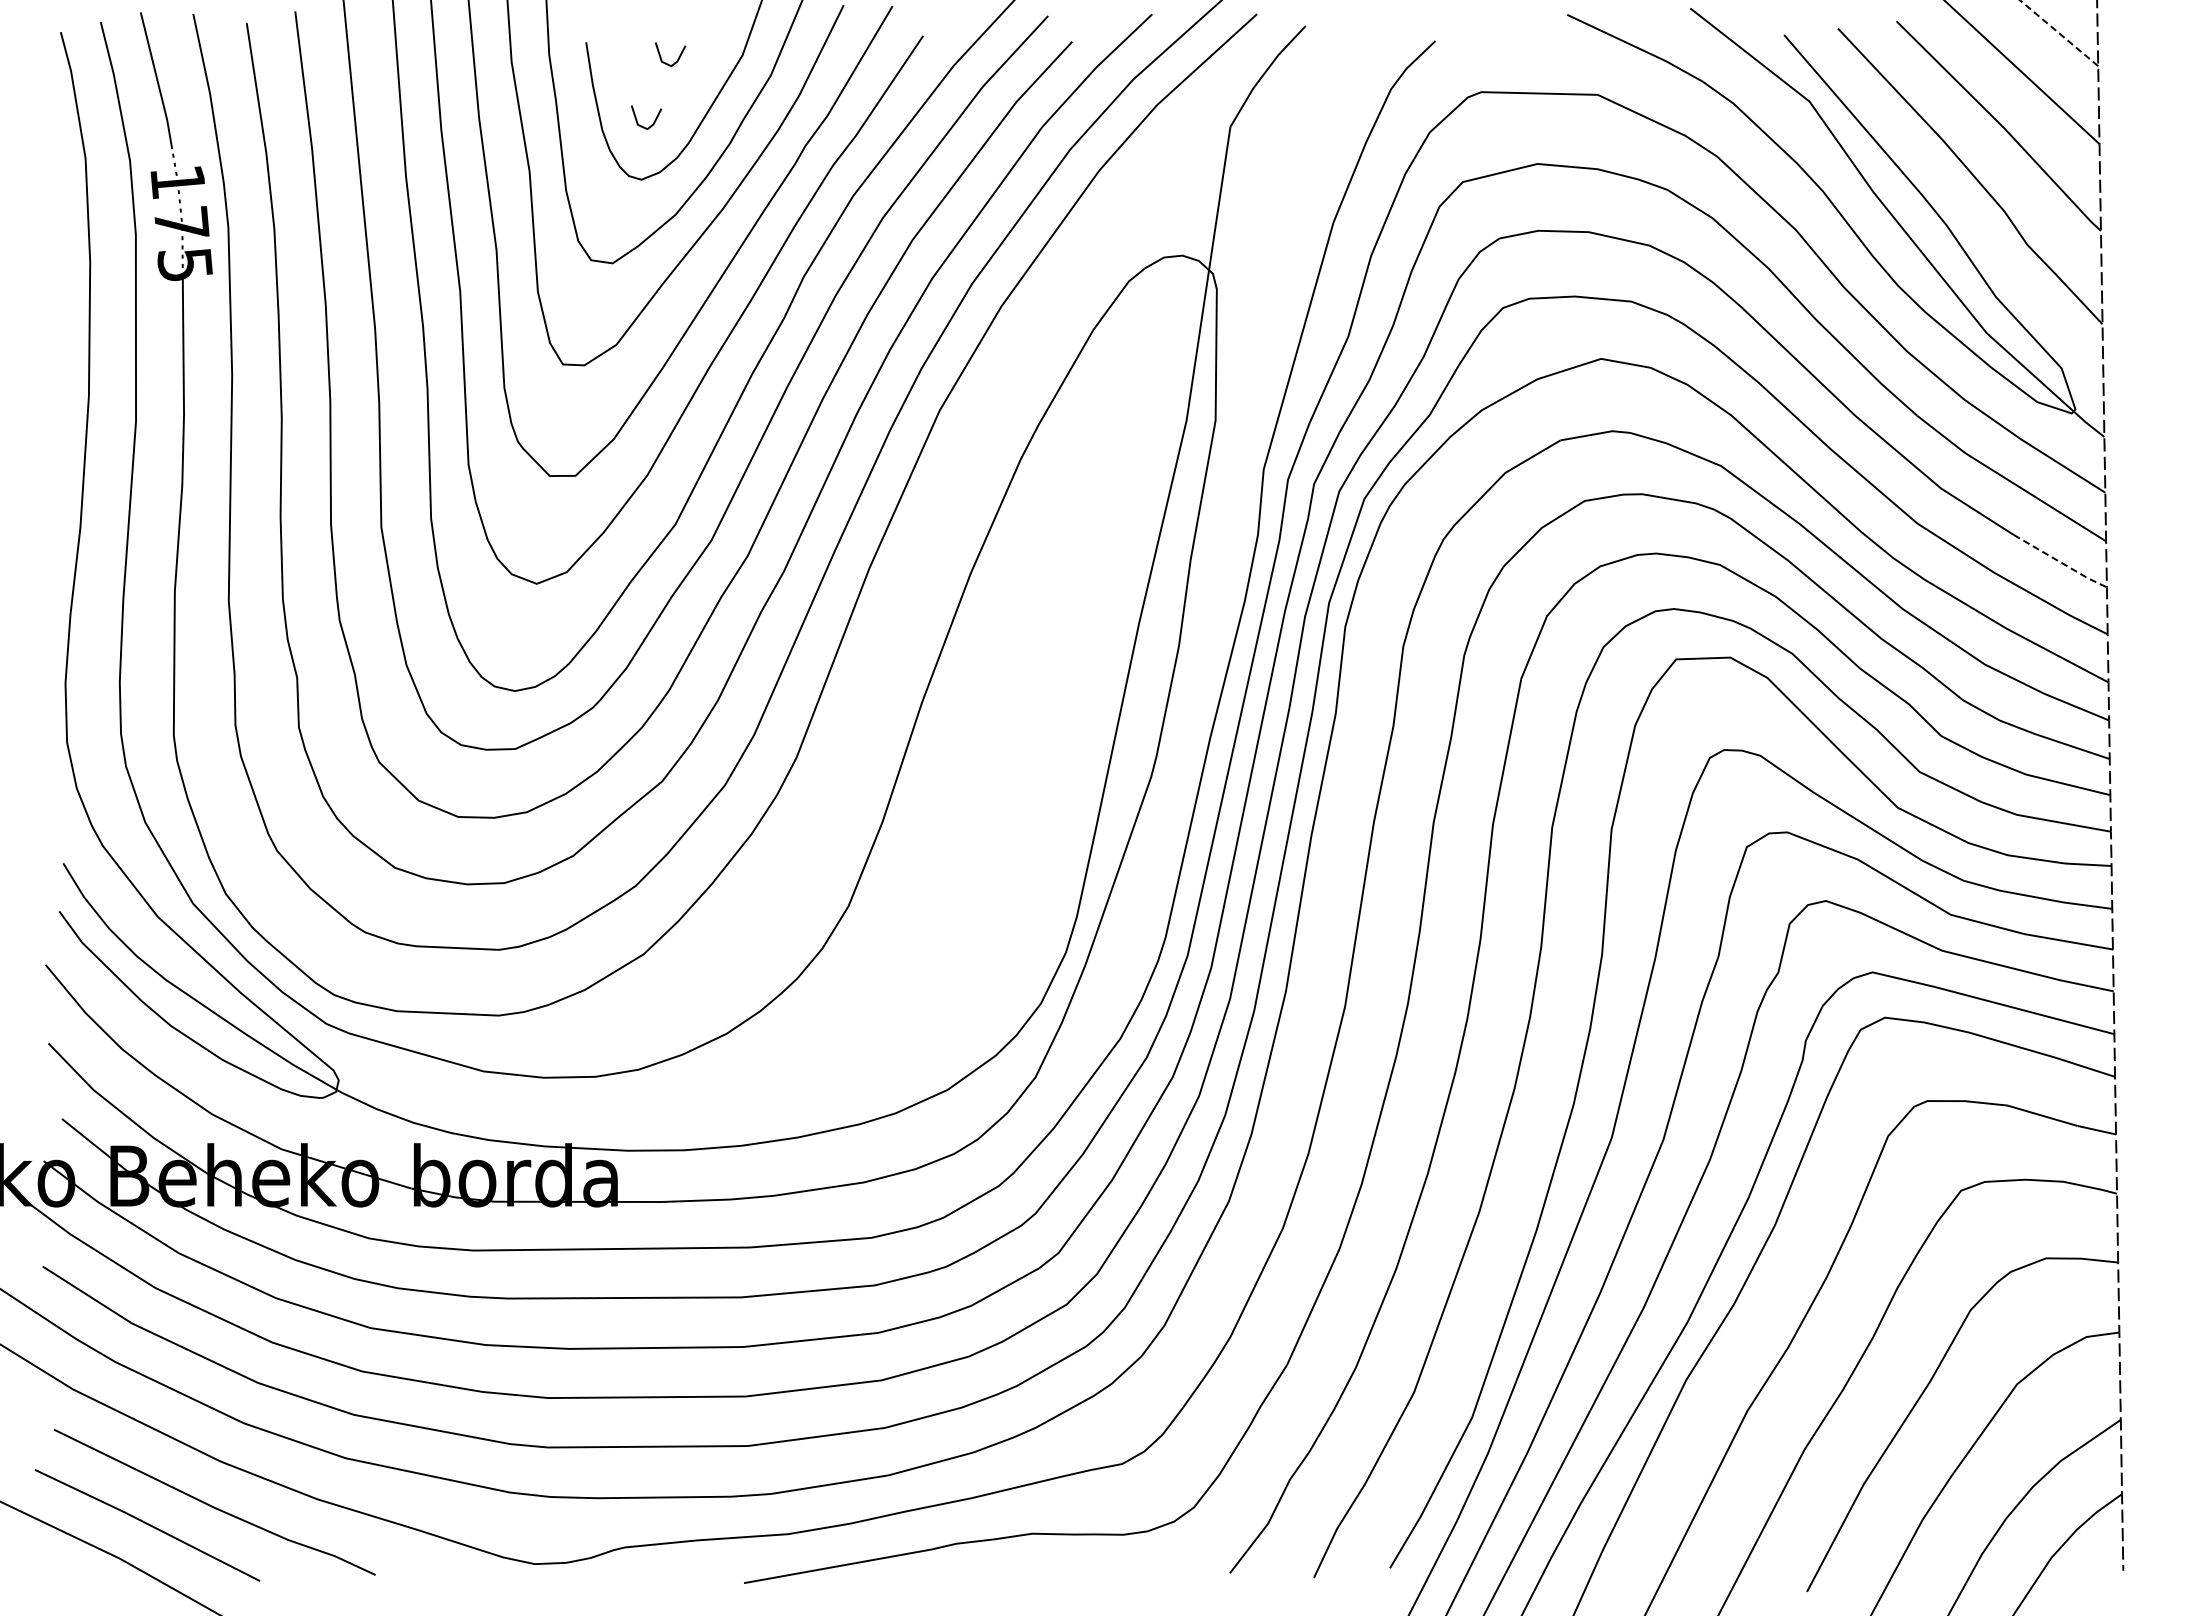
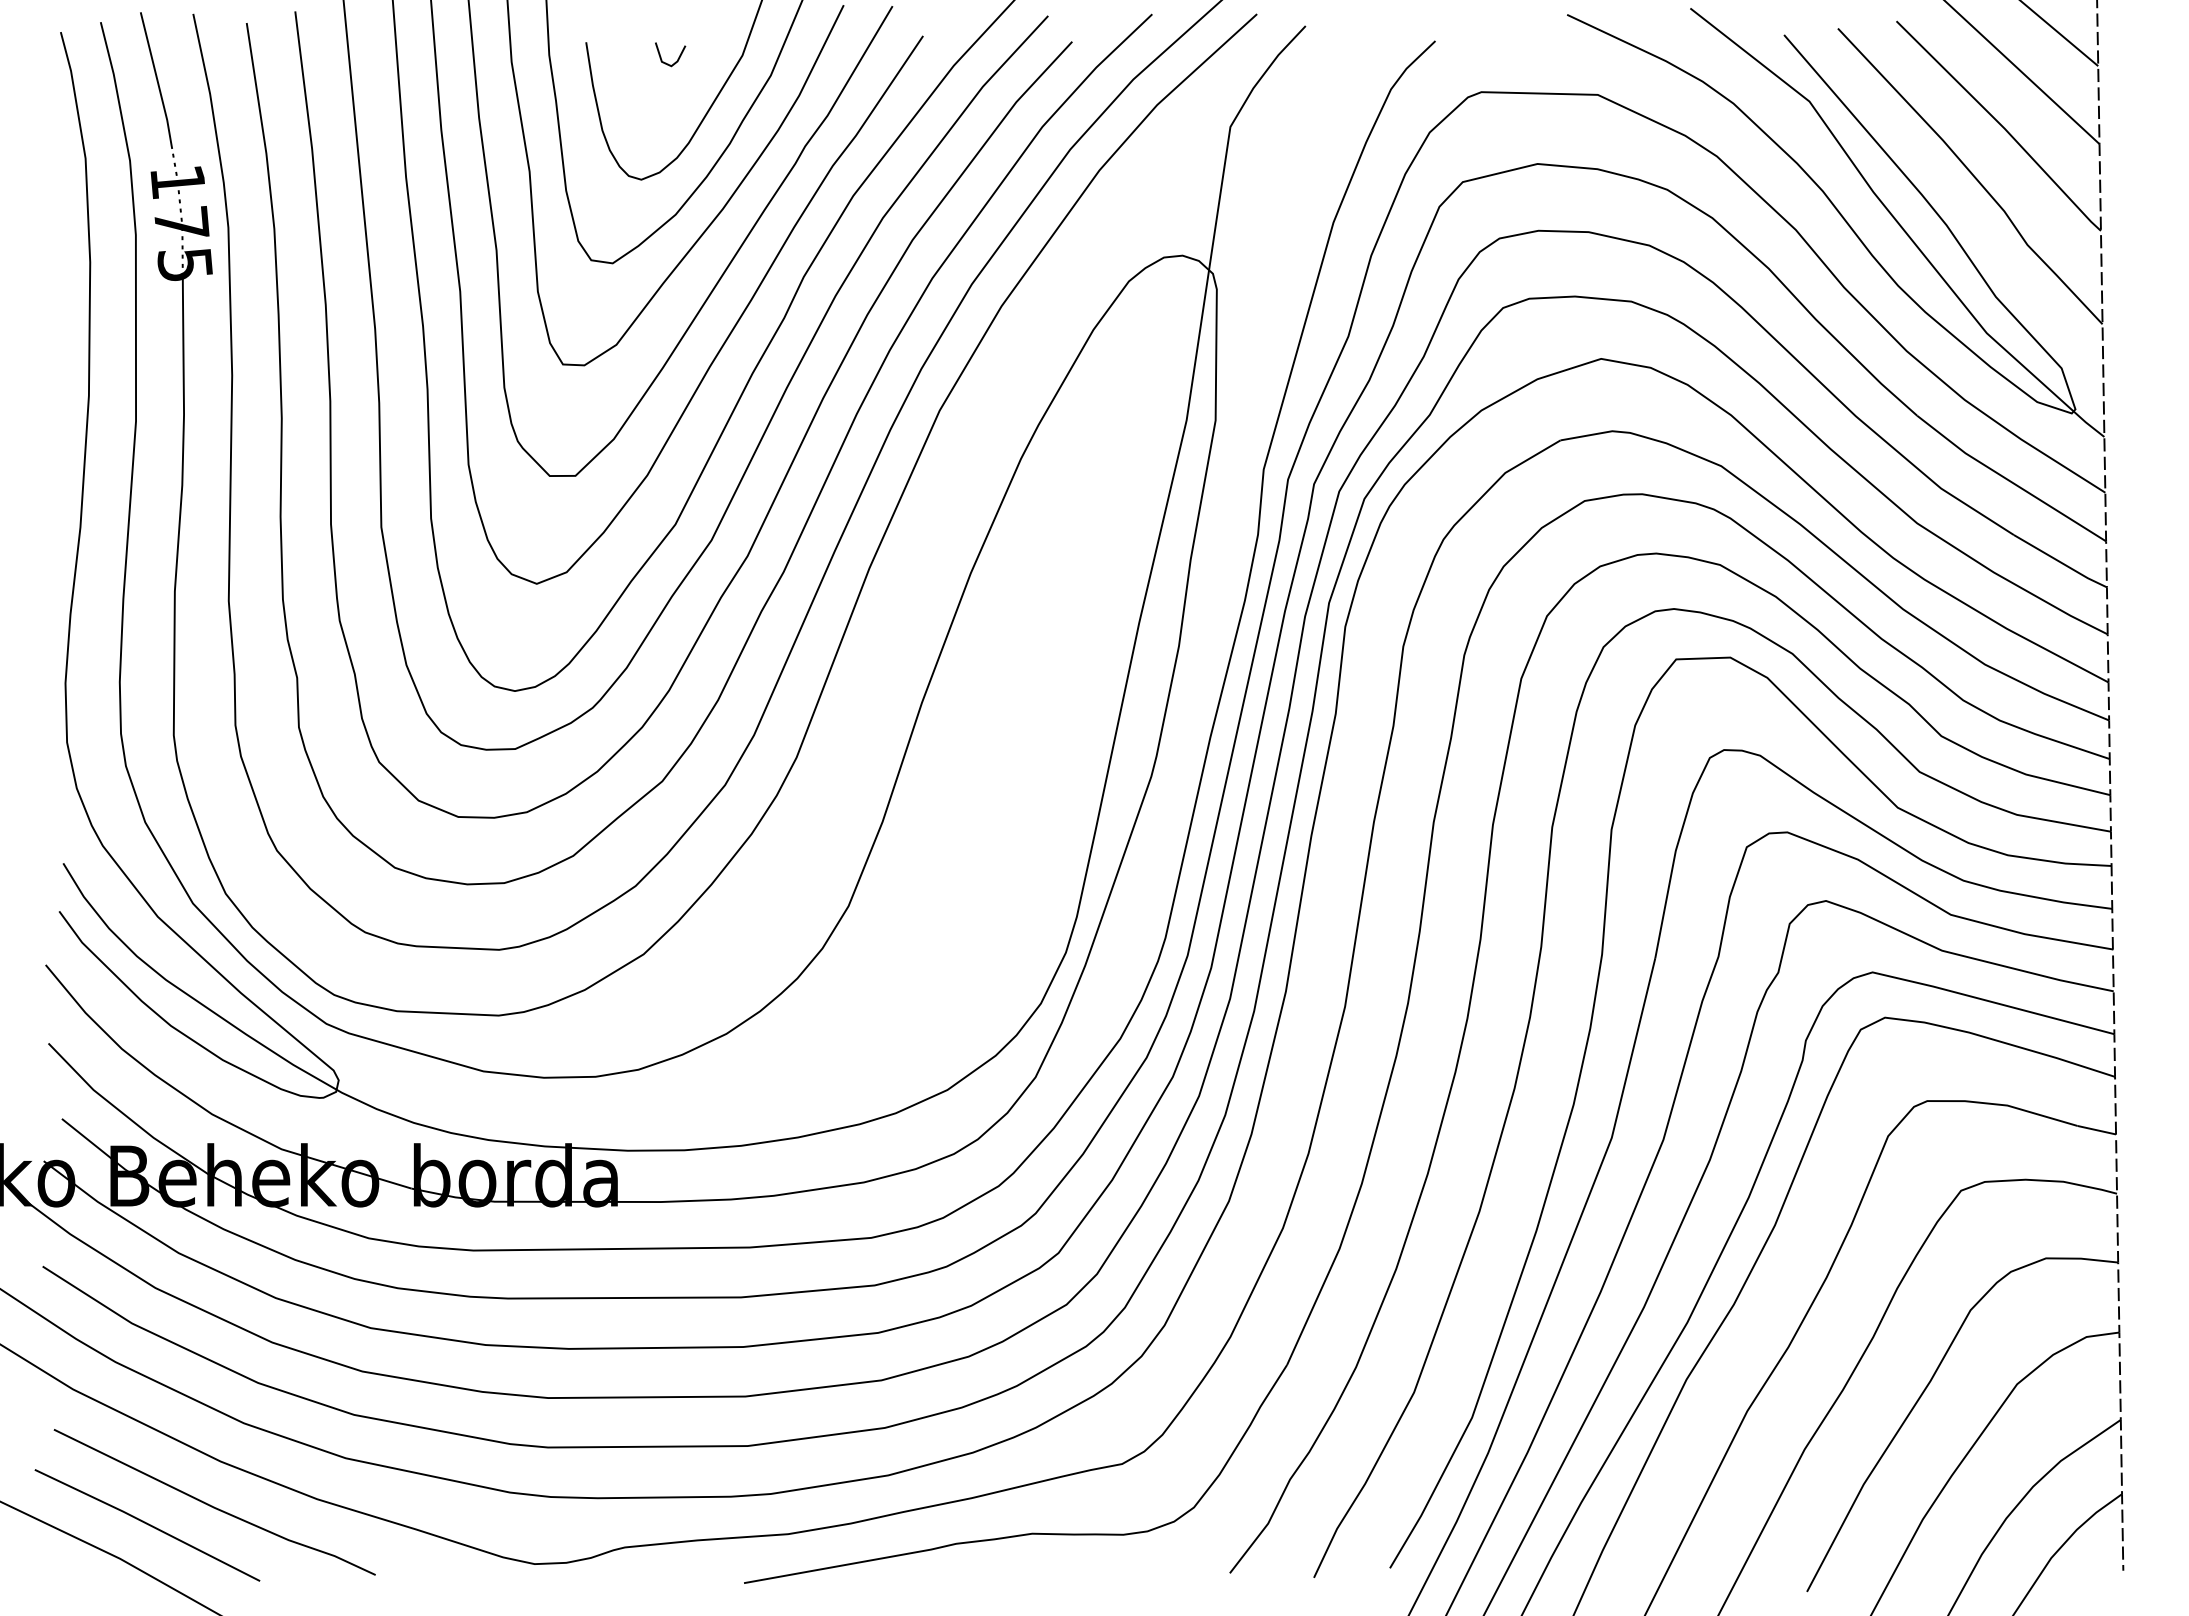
line at (2058, 32): dashed -> solid
line at (652, 123): present -> none
line at (2061, 562): dashed -> solid
